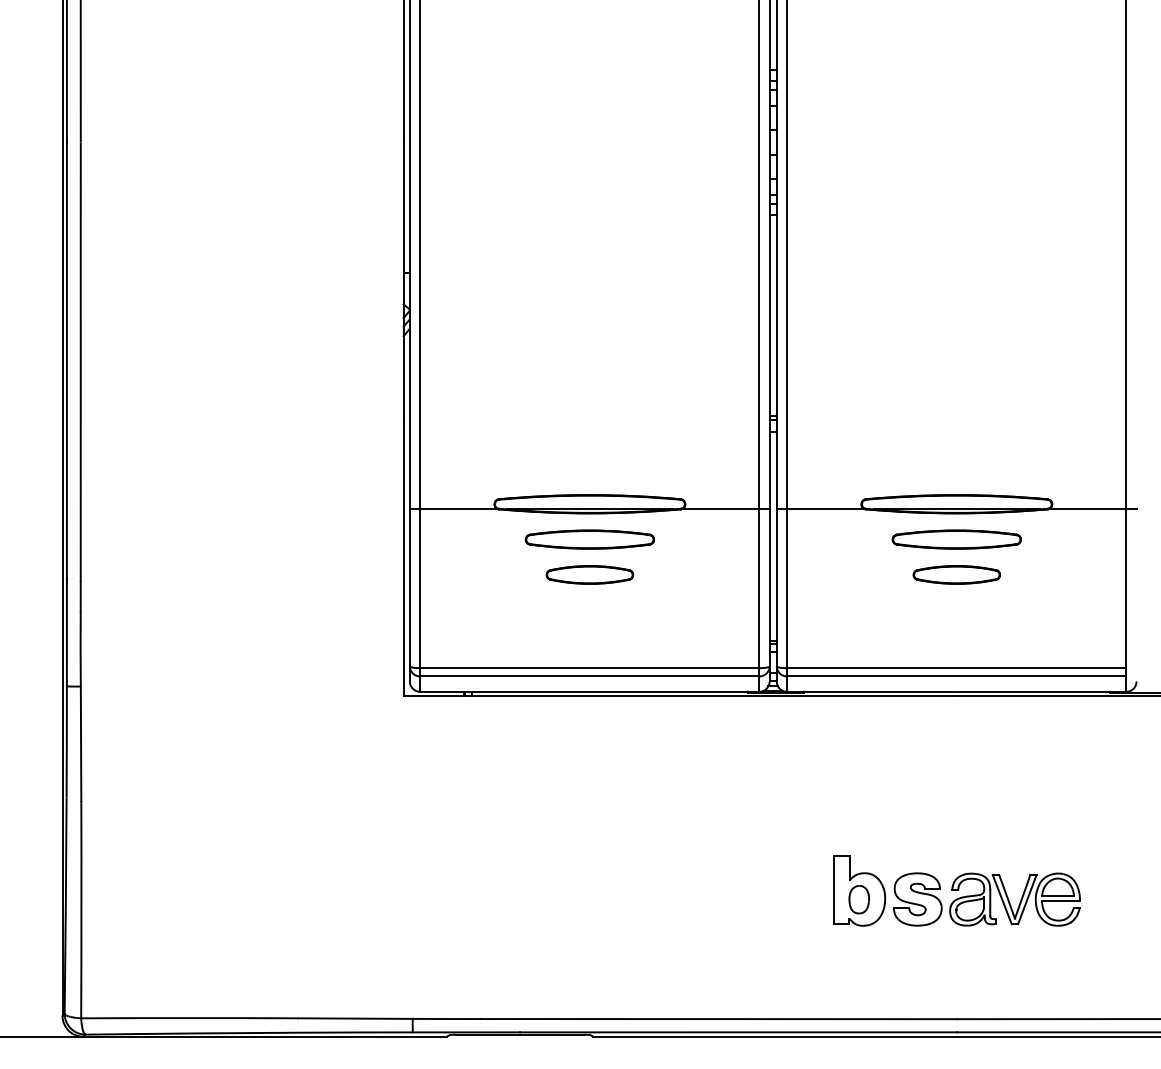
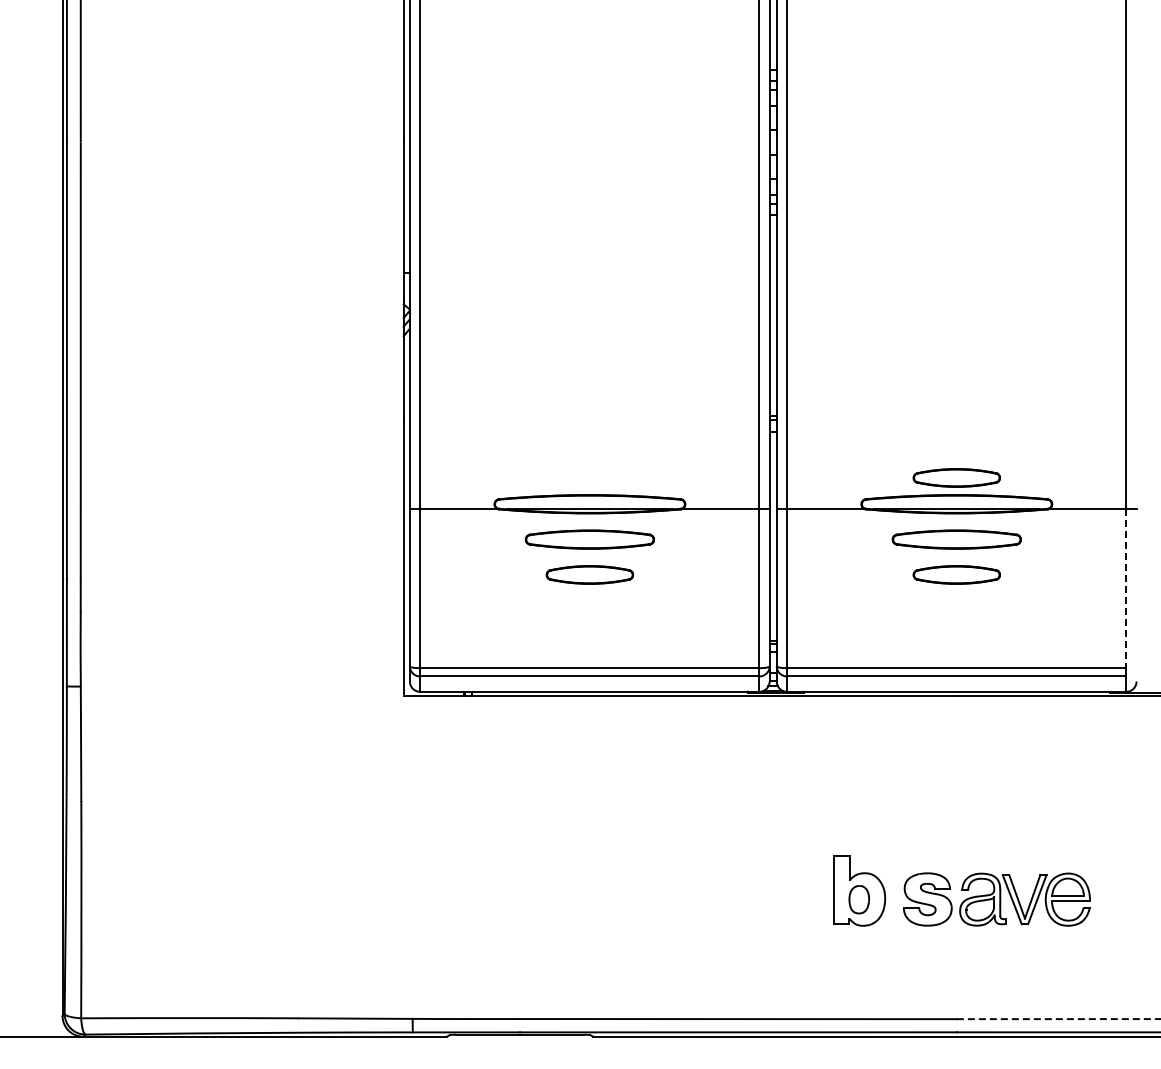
part at (956, 477): none -> present
line at (1126, 589): solid -> dashed
part at (986, 899) position: (986, 899) -> (996, 899)
line at (1059, 1019): solid -> dashed
